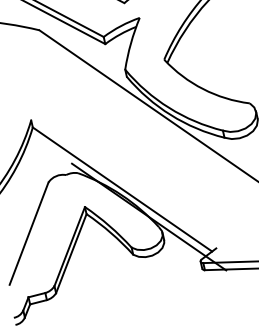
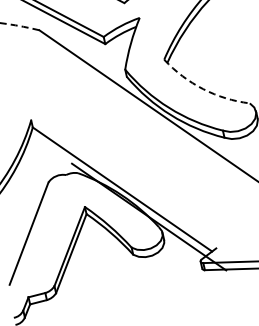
arc at (19, 26): solid -> dashed
arc at (203, 89): solid -> dashed
